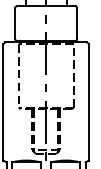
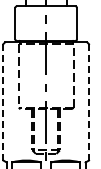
line at (3, 102): solid -> dashed
line at (89, 102): solid -> dashed
